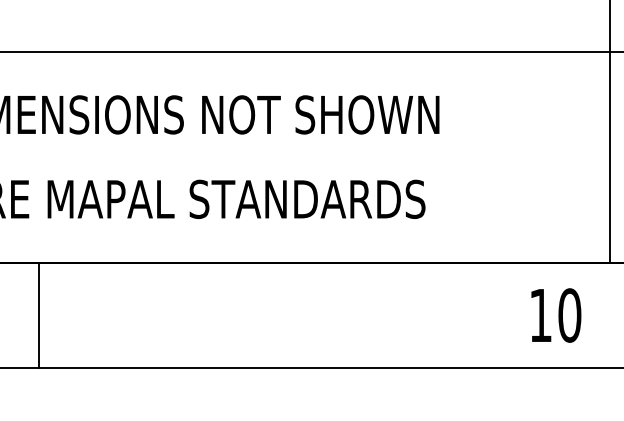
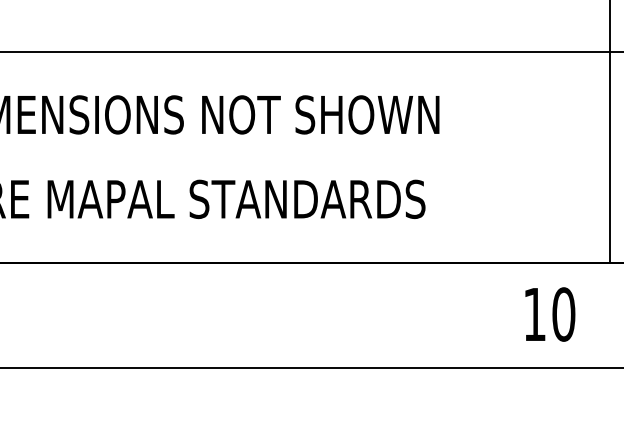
line at (39, 315): present -> none
text at (556, 315) position: (556, 315) -> (550, 314)
